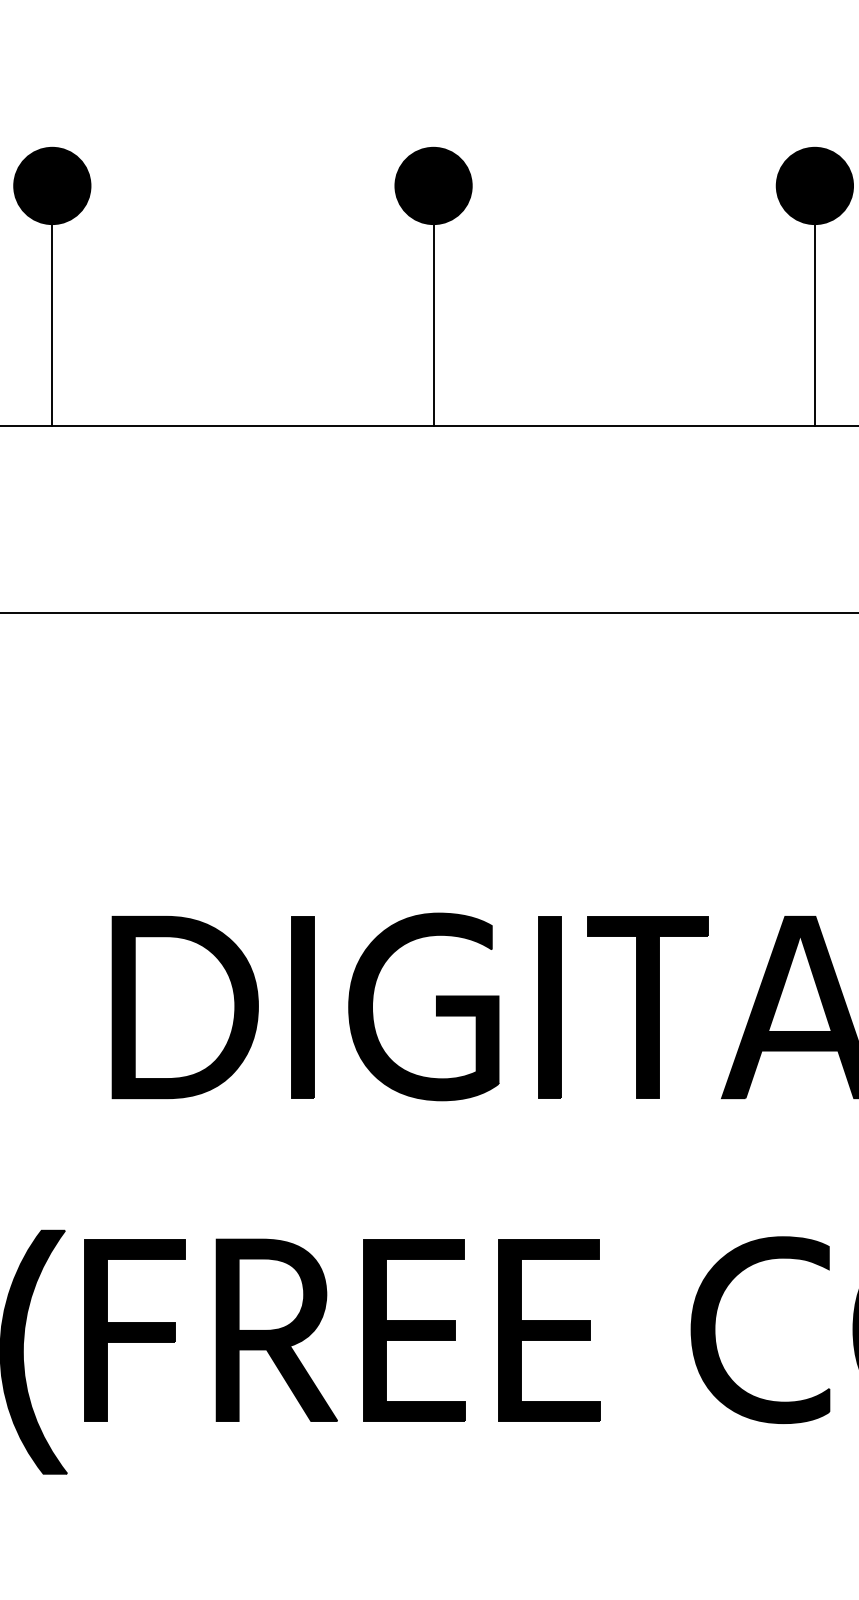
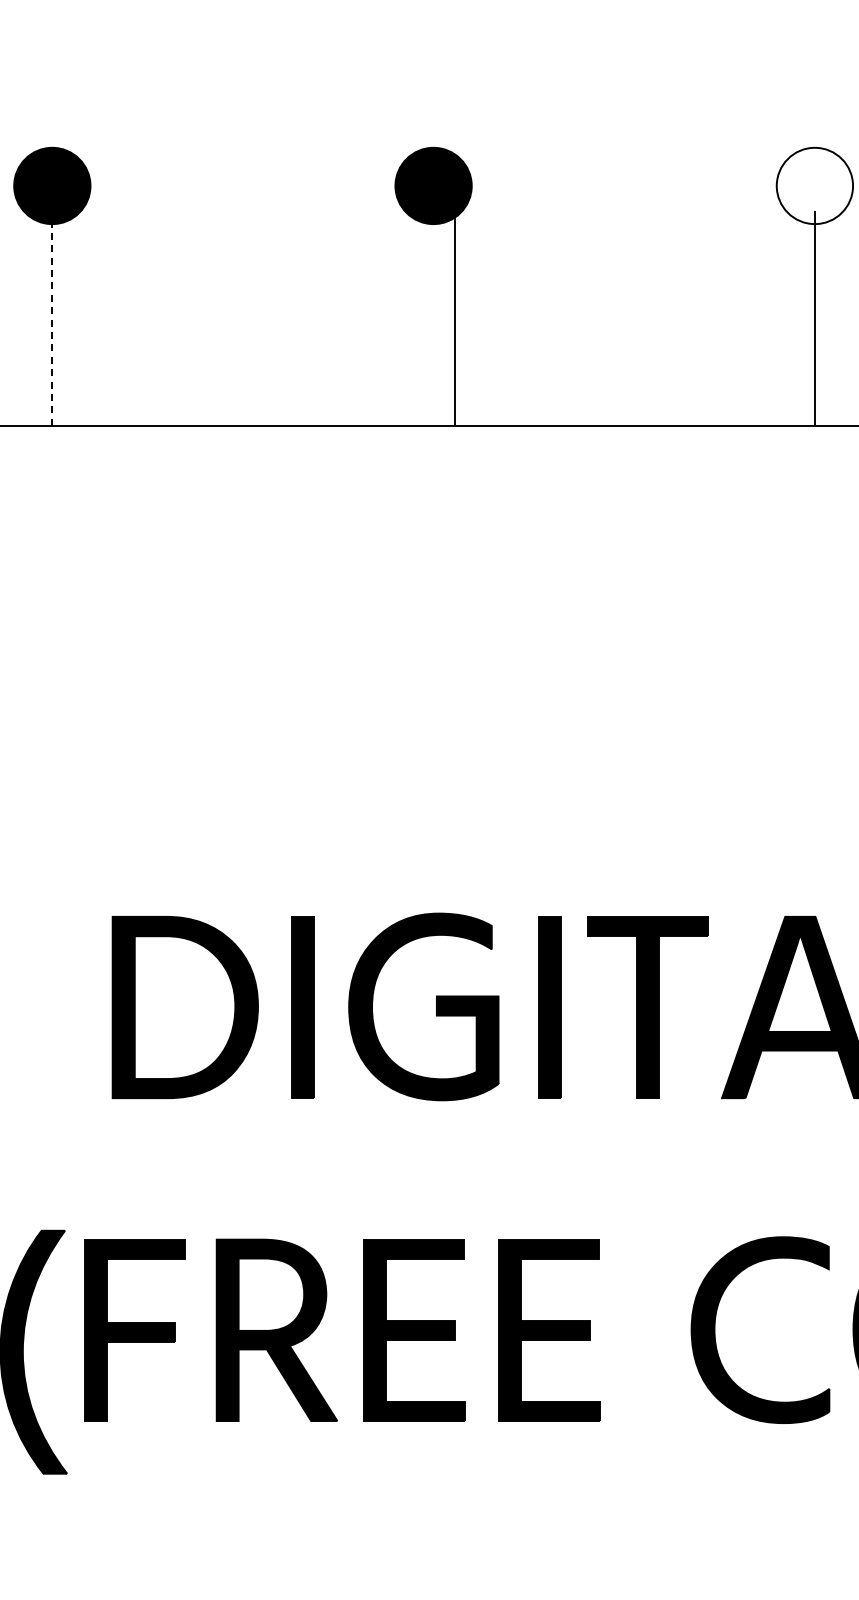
fill at (814, 185): present -> none
line at (52, 318): solid -> dashed
line at (433, 318) position: (433, 318) -> (454, 318)
line at (428, 612): present -> none
